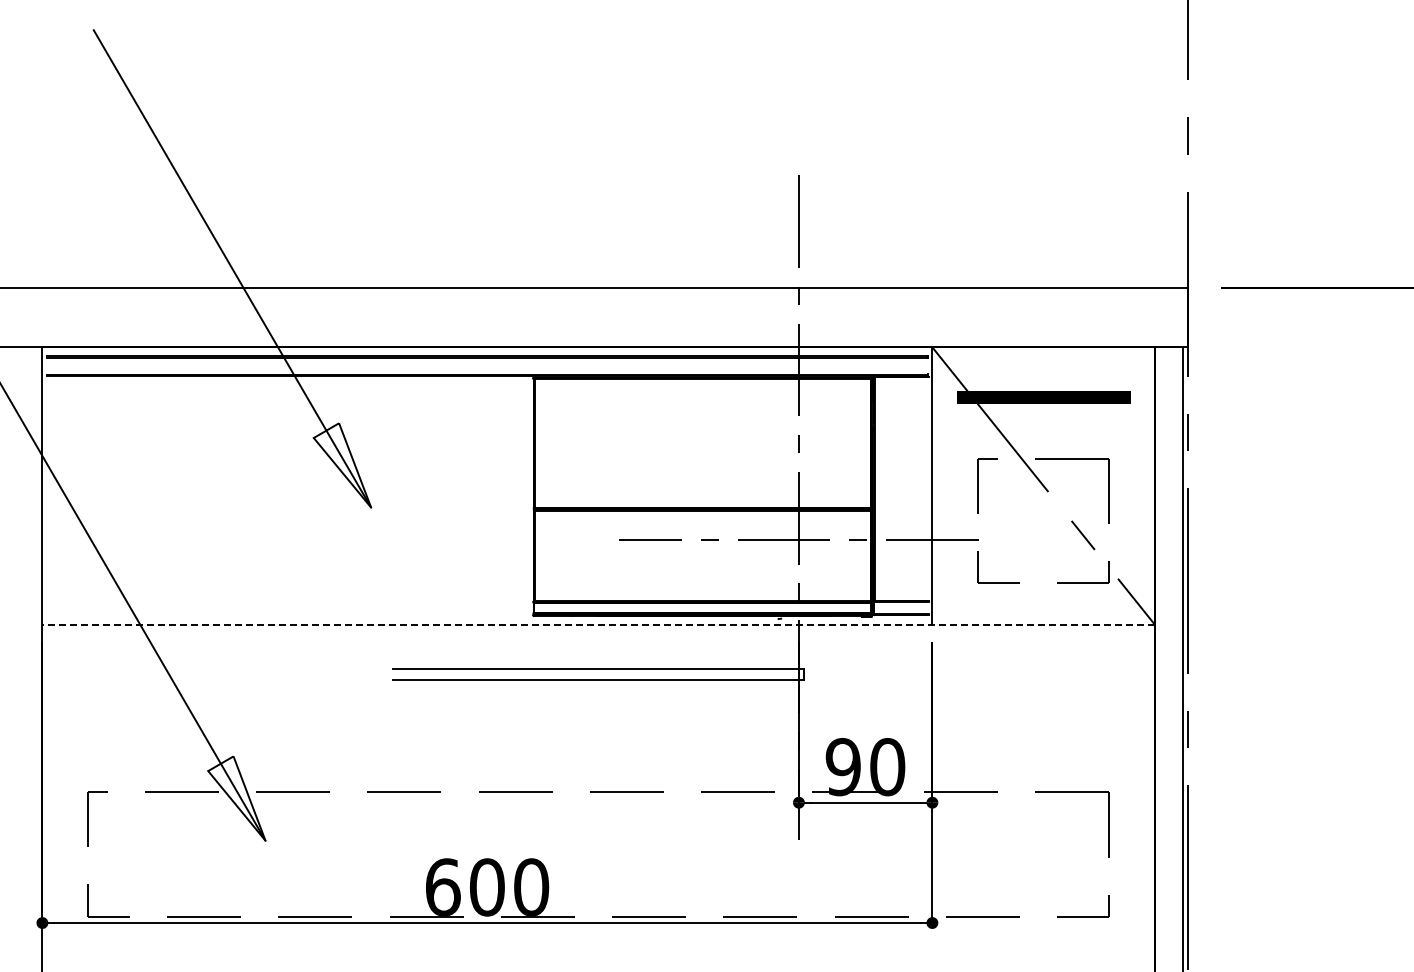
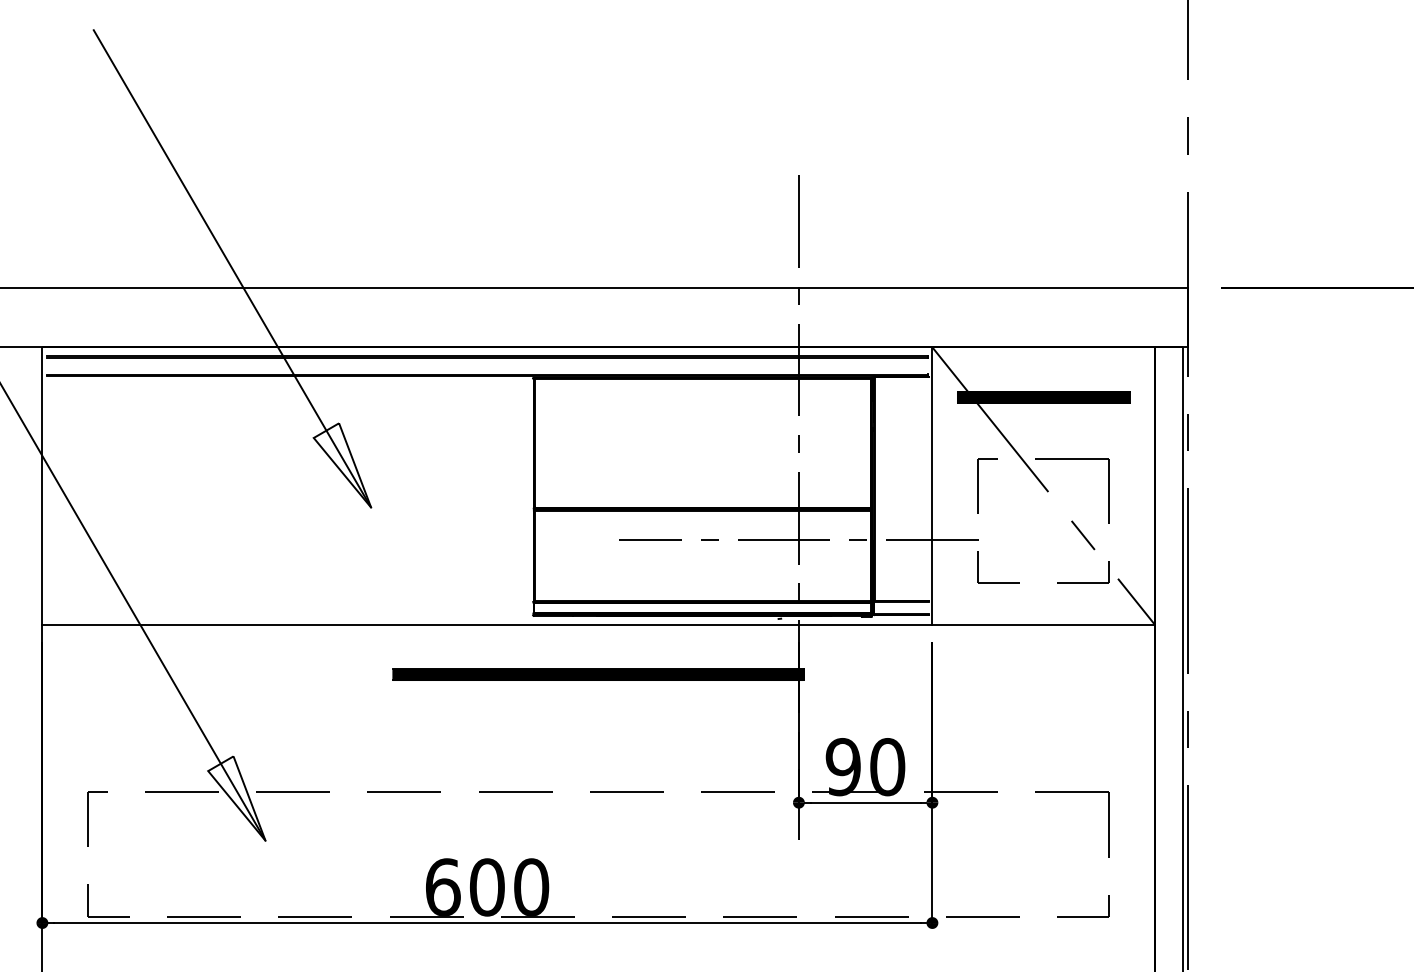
line at (598, 624): dashed -> solid
hatch at (598, 674): none -> present
